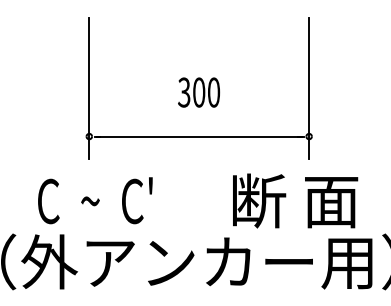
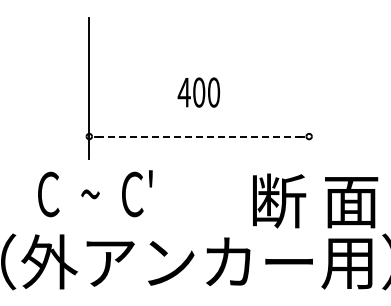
line at (309, 88): present -> none
text at (183, 92): 300 -> 400
line at (199, 136): solid -> dashed
text at (95, 200) position: (95, 200) -> (95, 193)
text at (295, 200) position: (295, 200) -> (315, 200)
